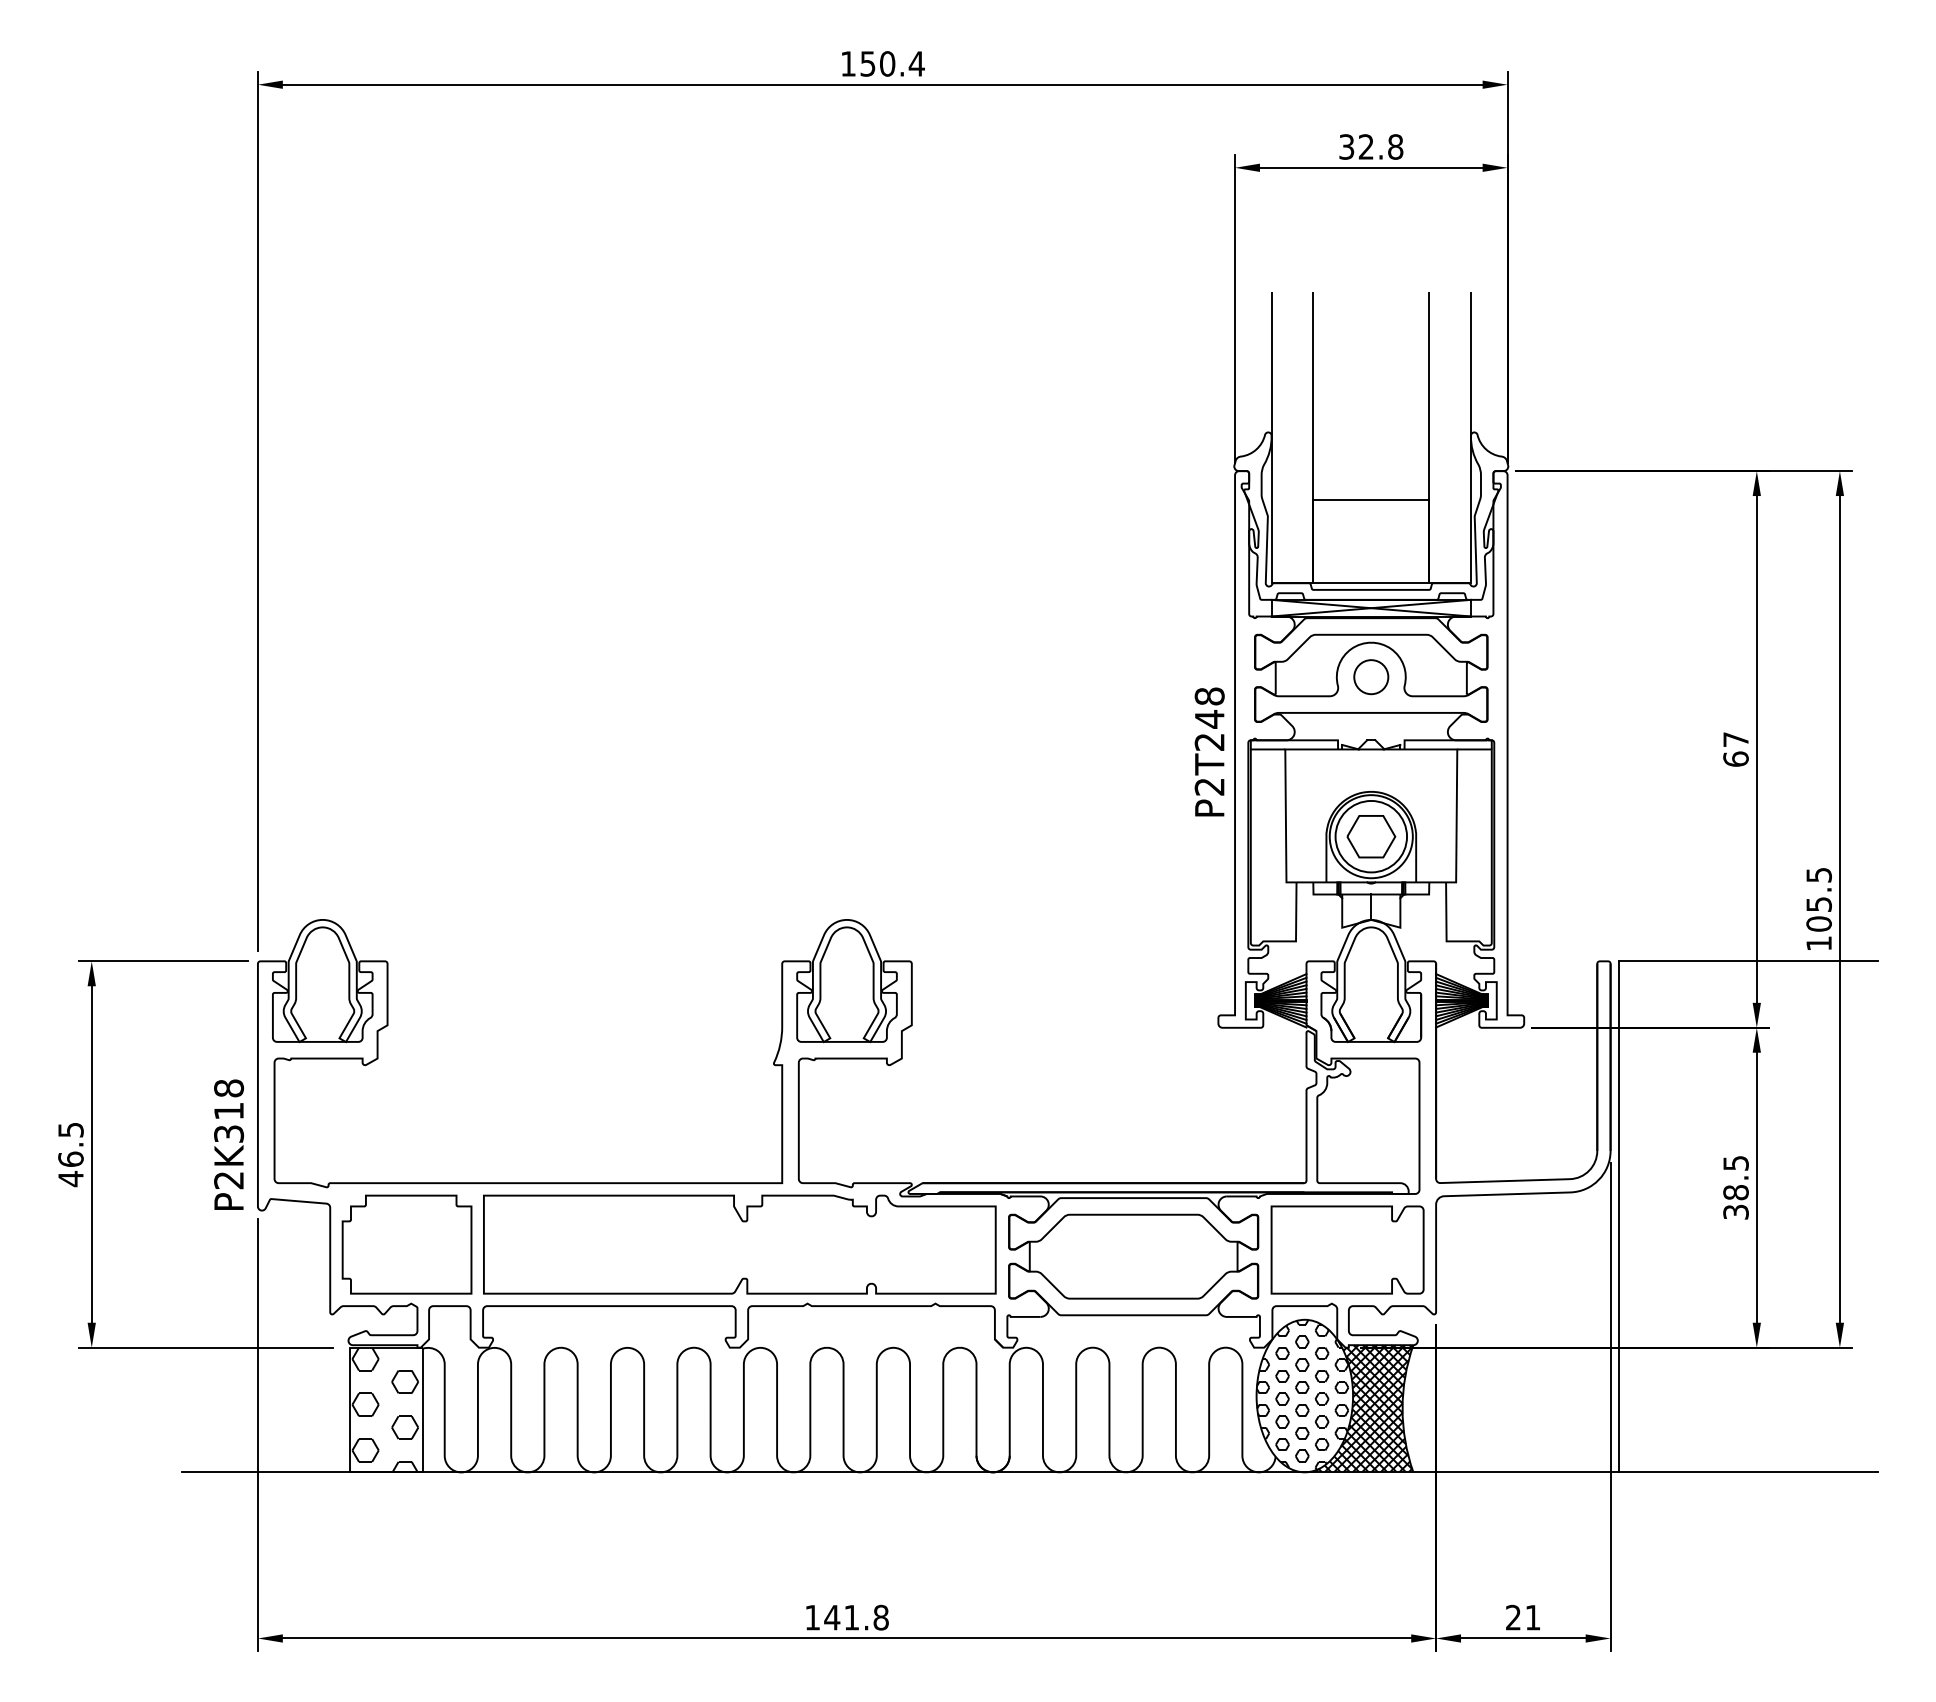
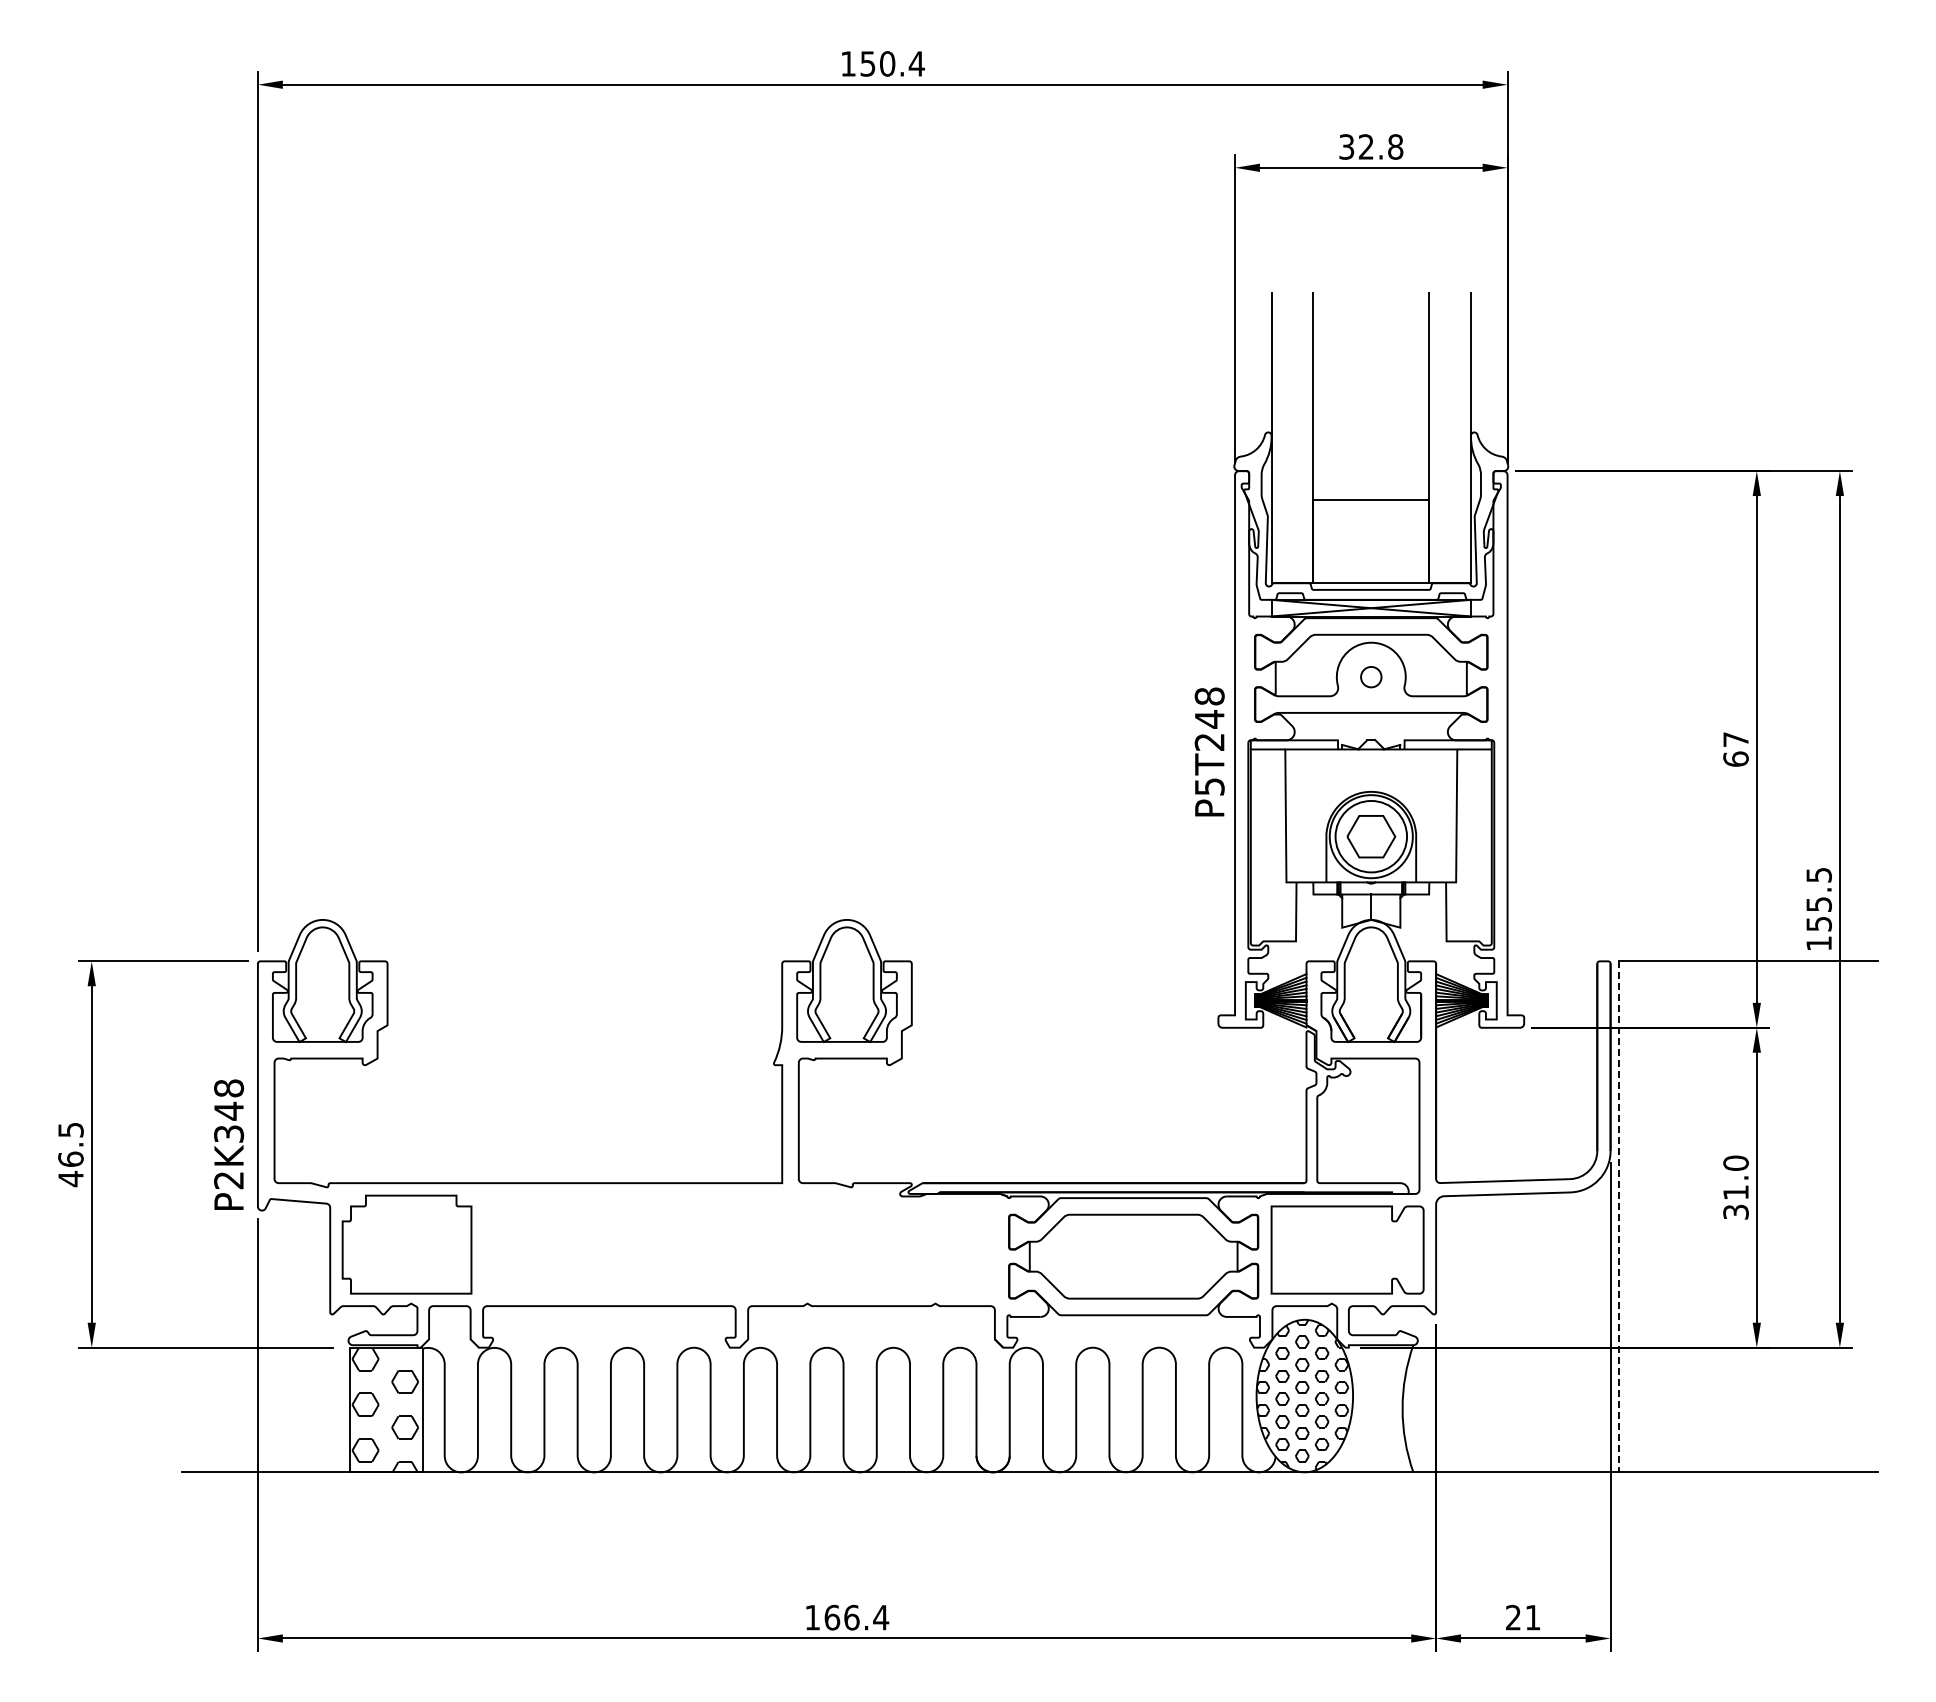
circle at (1371, 677) diameter: 34 px -> 20 px
text at (1209, 786): P2T248 -> P5T248
text at (1818, 923): 105.5 -> 155.5
text at (228, 1110): P2K318 -> P2K348
text at (1735, 1177): 38.5 -> 31.0
line at (1618, 1217): solid -> dashed
part at (739, 1244): present -> none
hatch at (1359, 1407): present -> none
text at (856, 1617): 141.8 -> 166.4
